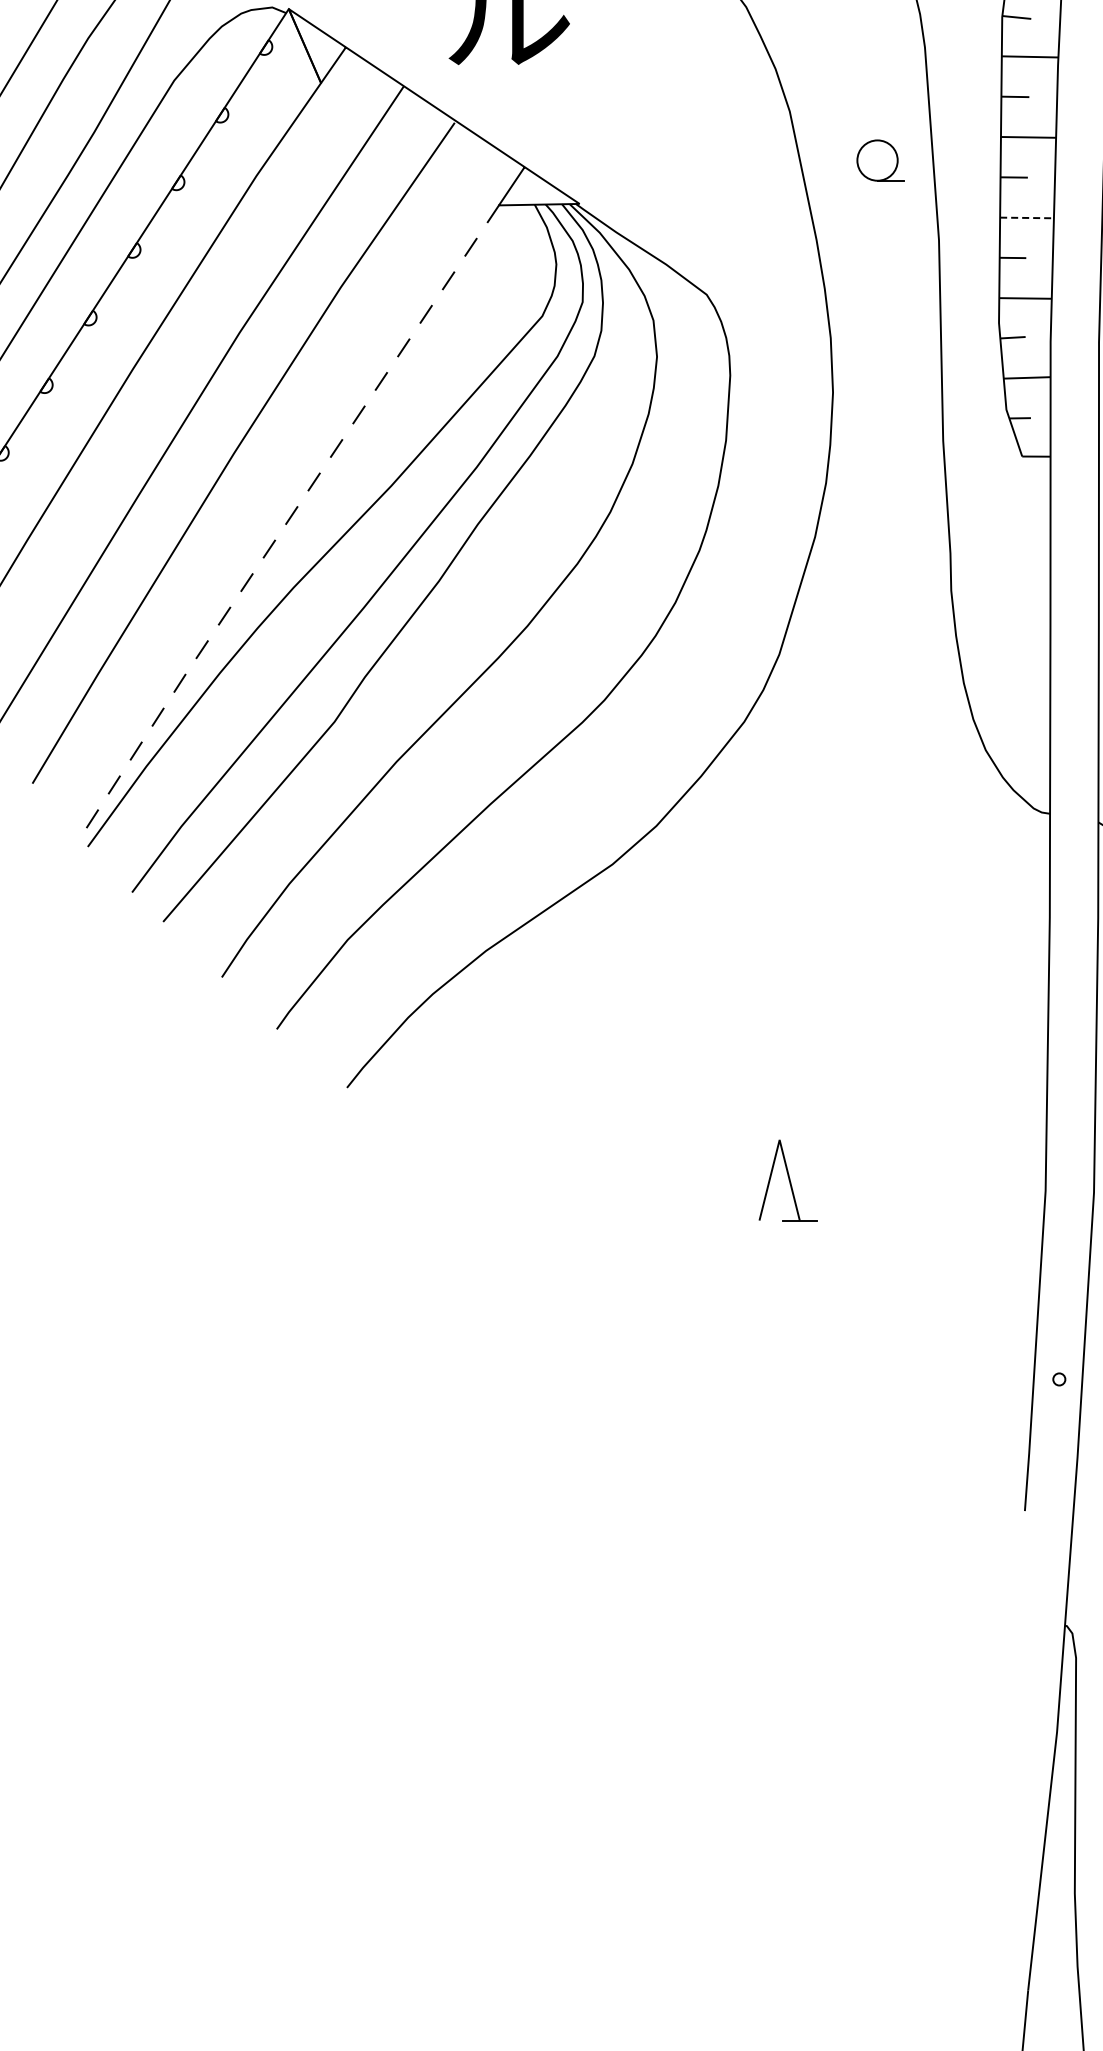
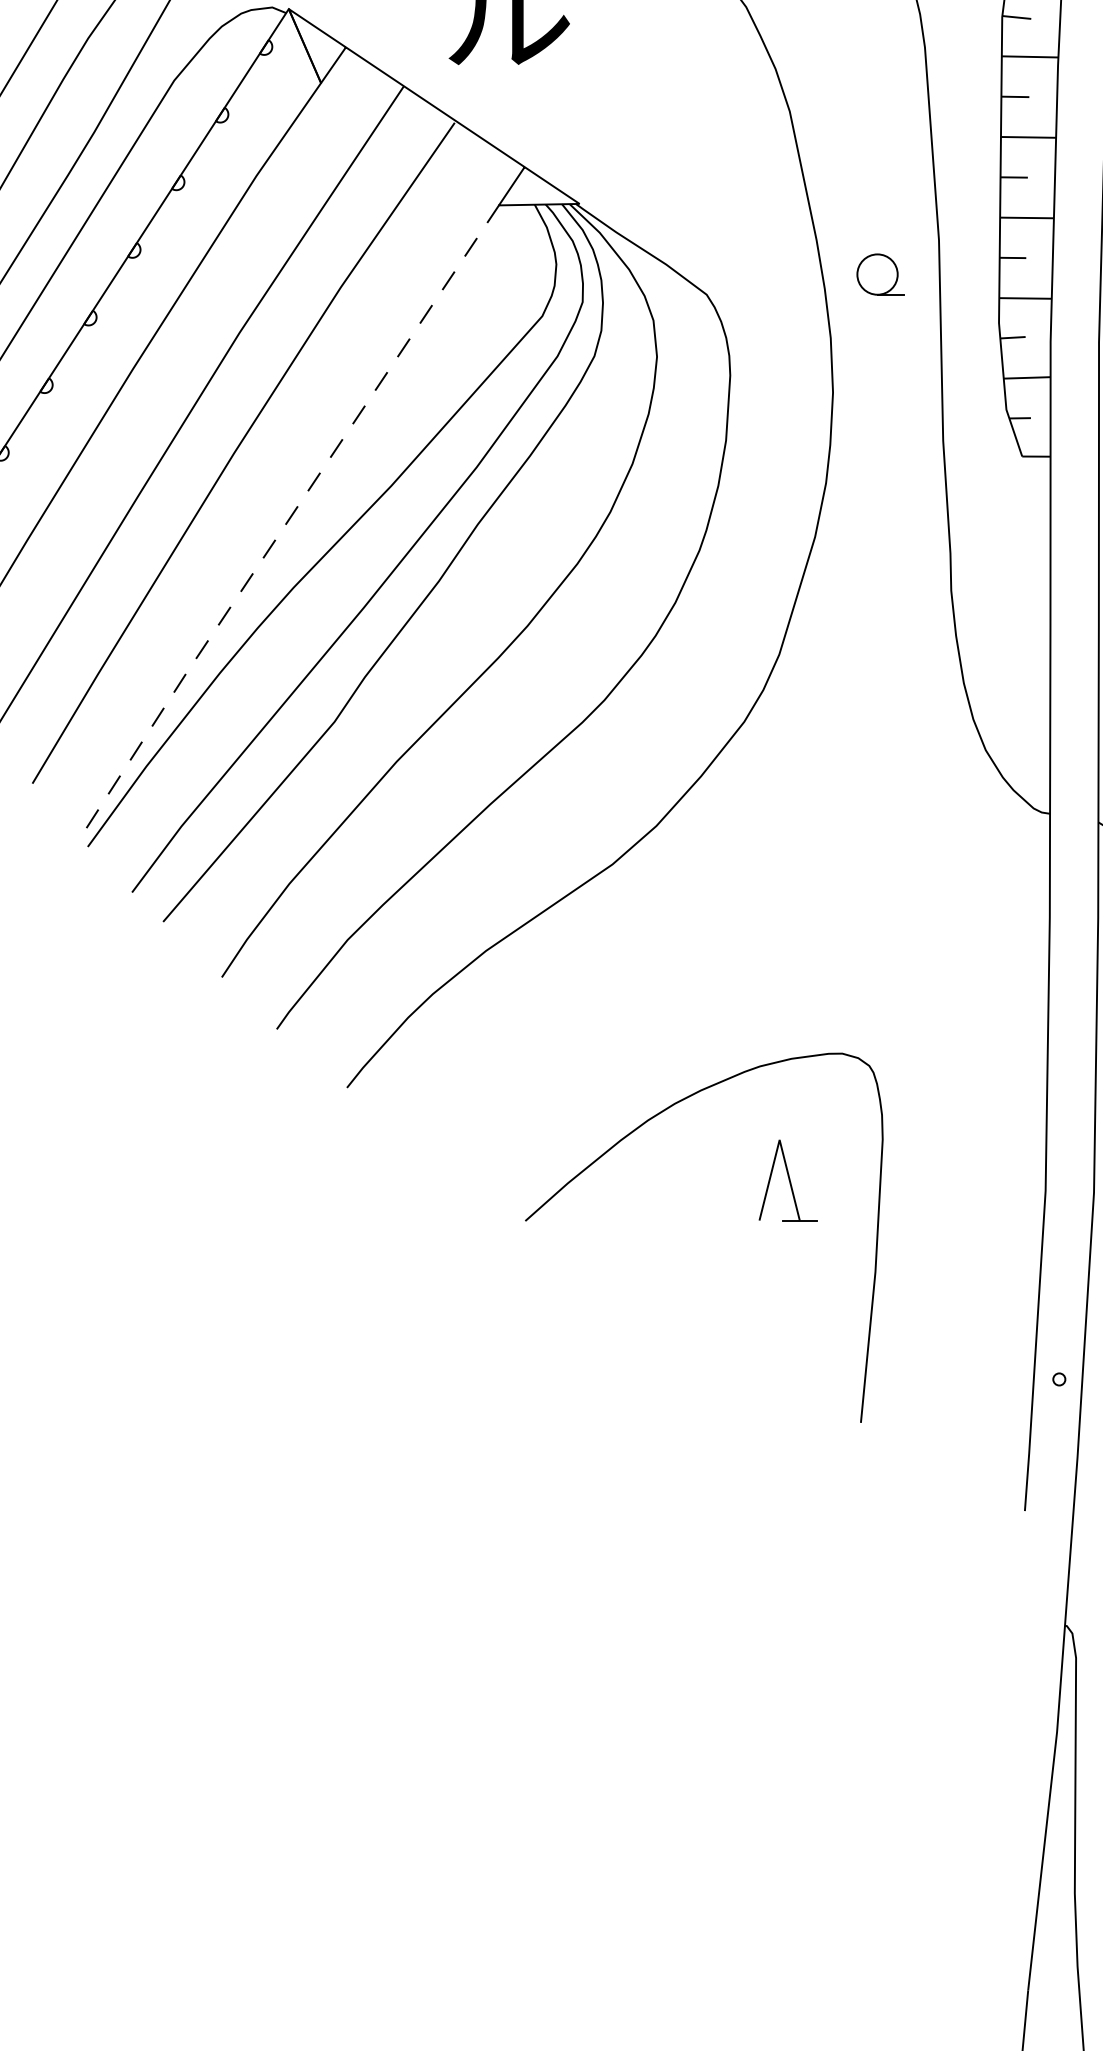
part at (880, 160) position: (880, 160) -> (880, 274)
line at (1026, 217): dashed -> solid
curve at (629, 1135): none -> present
